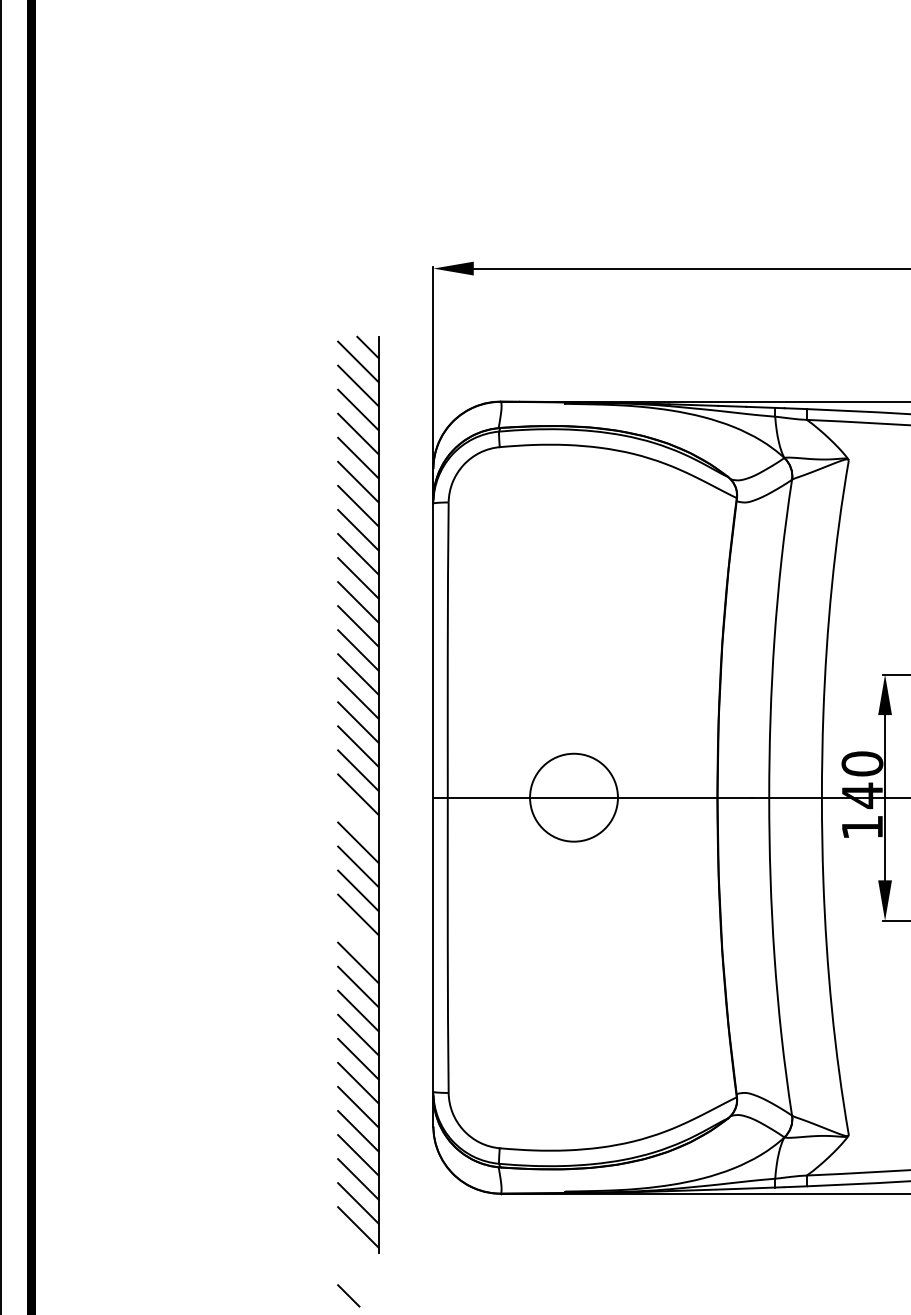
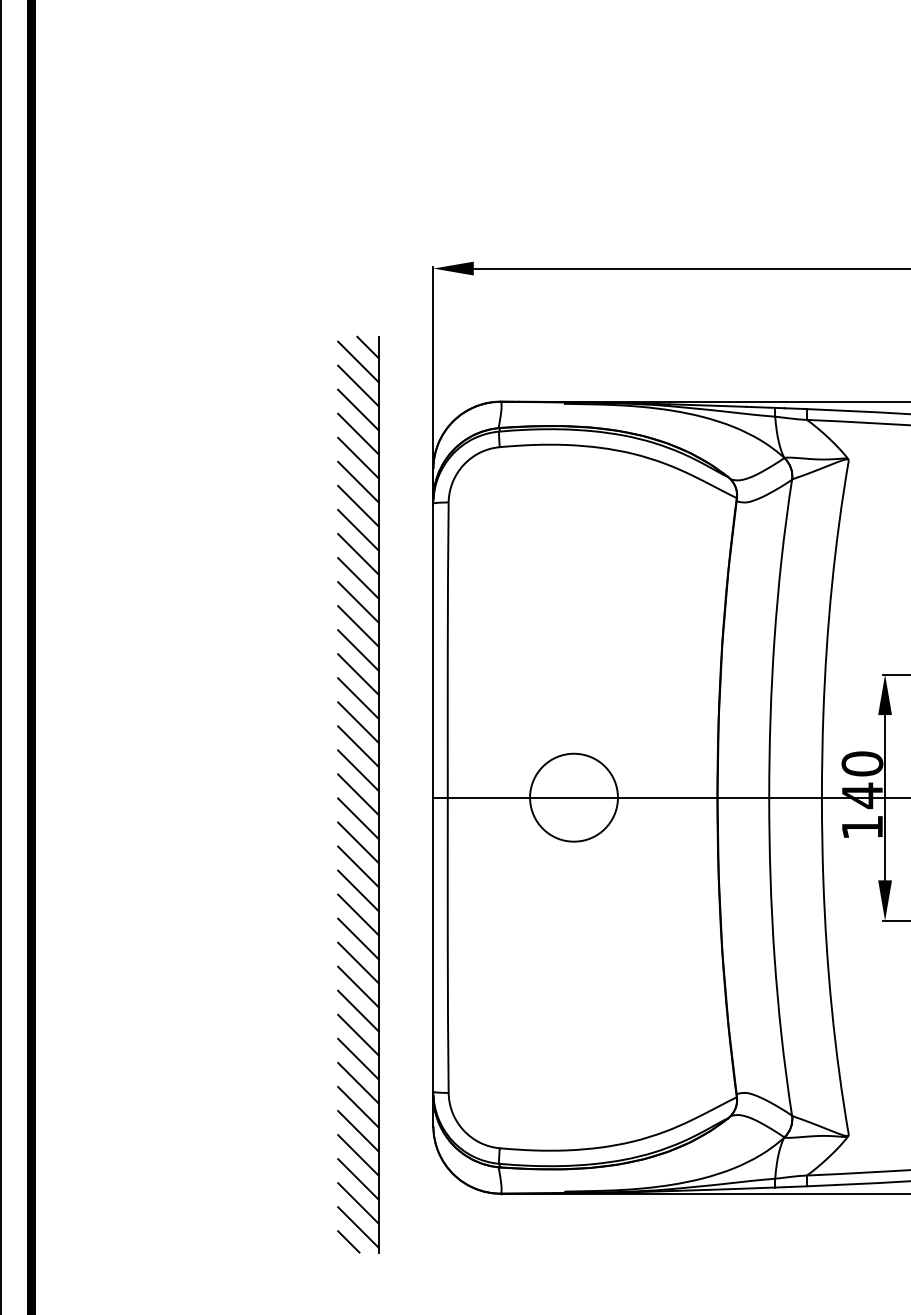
line at (358, 818): none -> present
line at (358, 938): none -> present
line at (348, 1295) position: (348, 1295) -> (348, 1241)
